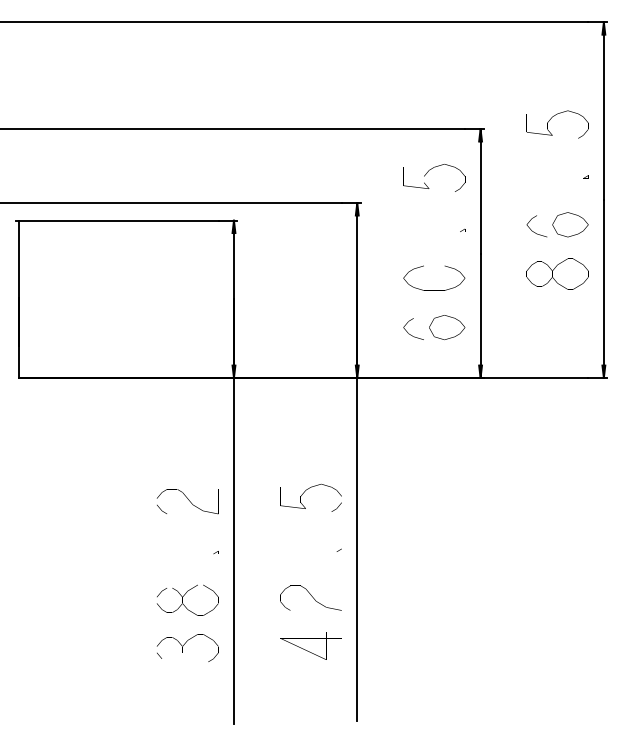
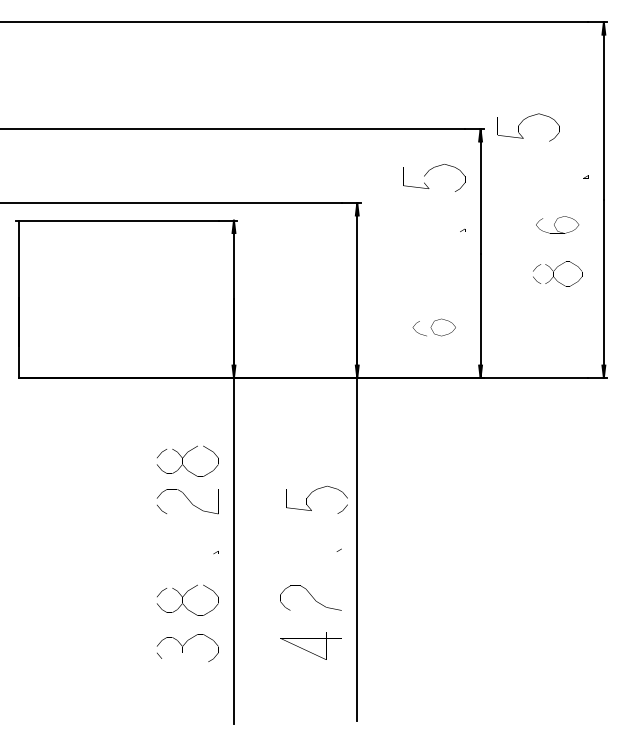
part at (551, 118) position: (551, 118) -> (522, 121)
part at (557, 224) size: 63x26 px -> 44x18 px
part at (557, 273) size: 63x32 px -> 50x26 px
part at (434, 290): present -> none
part at (434, 327) size: 63x25 px -> 44x19 px
part at (187, 460): none -> present
part at (305, 491) position: (305, 491) -> (311, 493)
